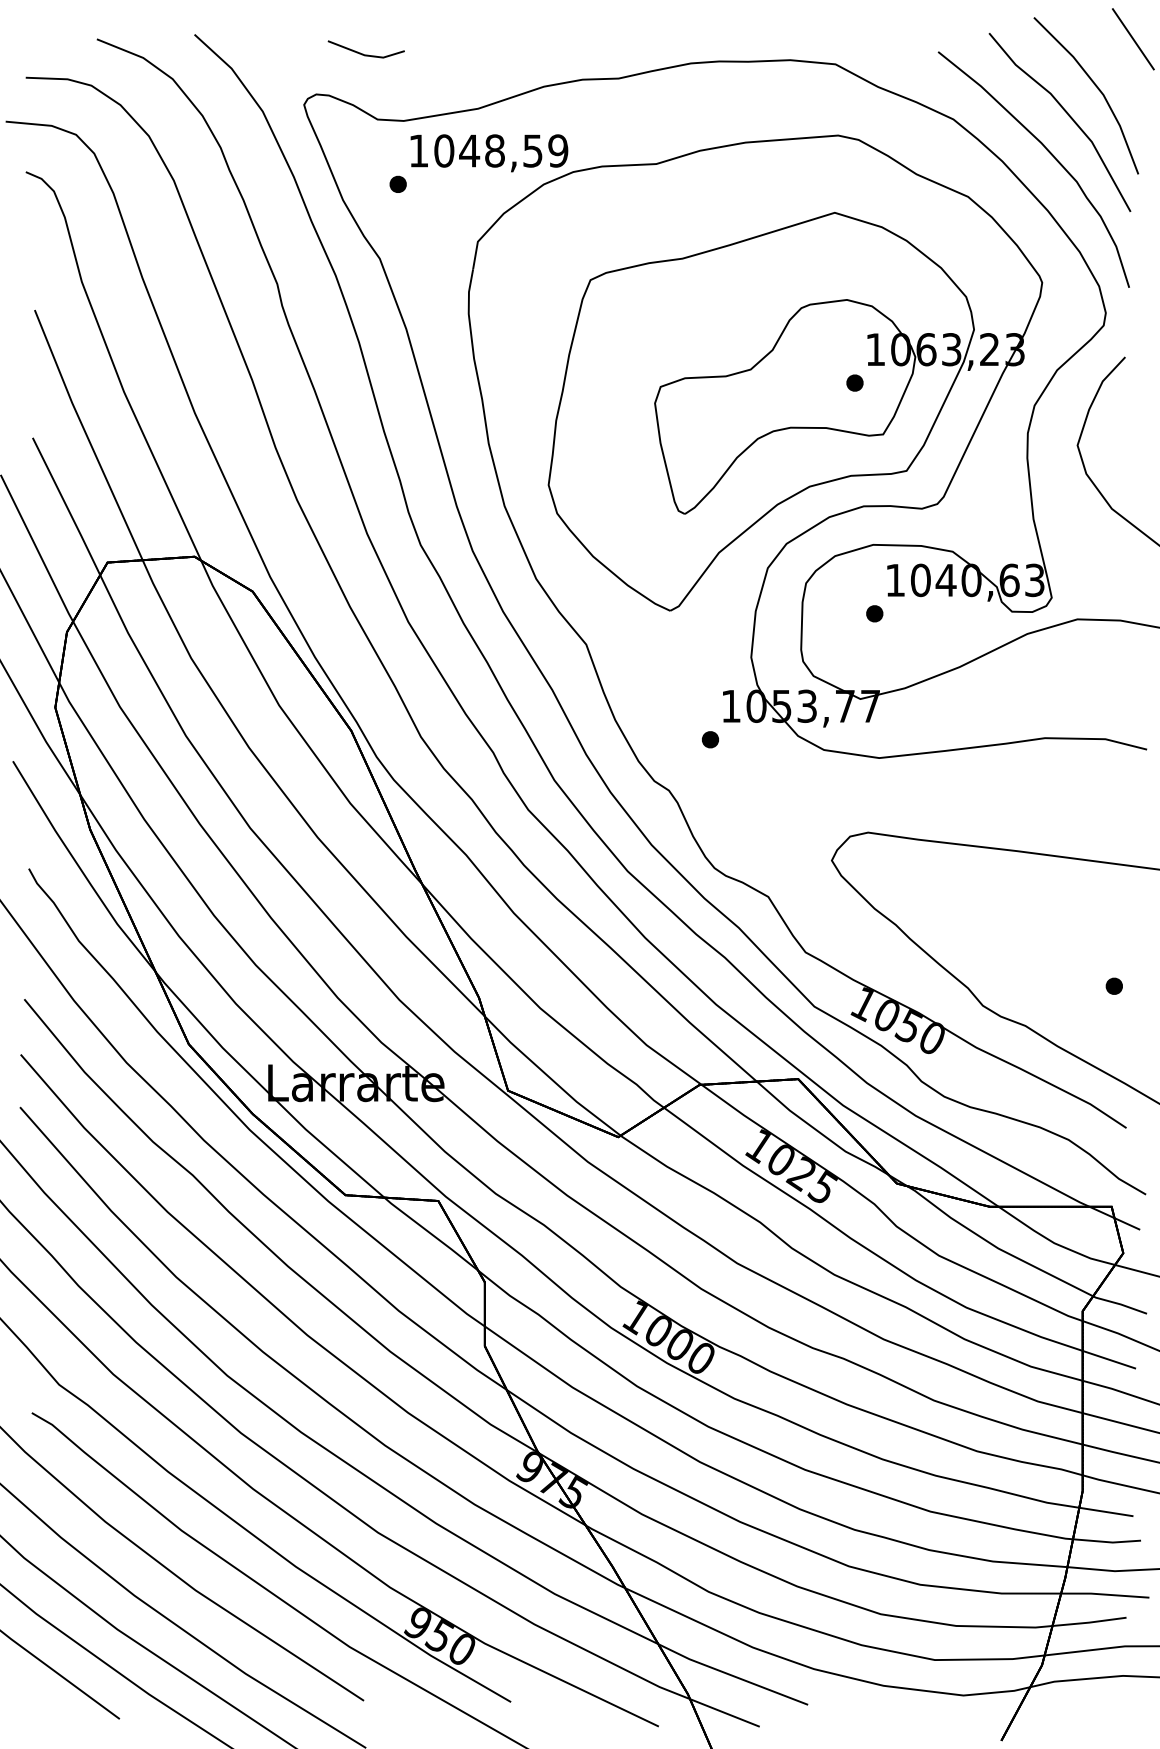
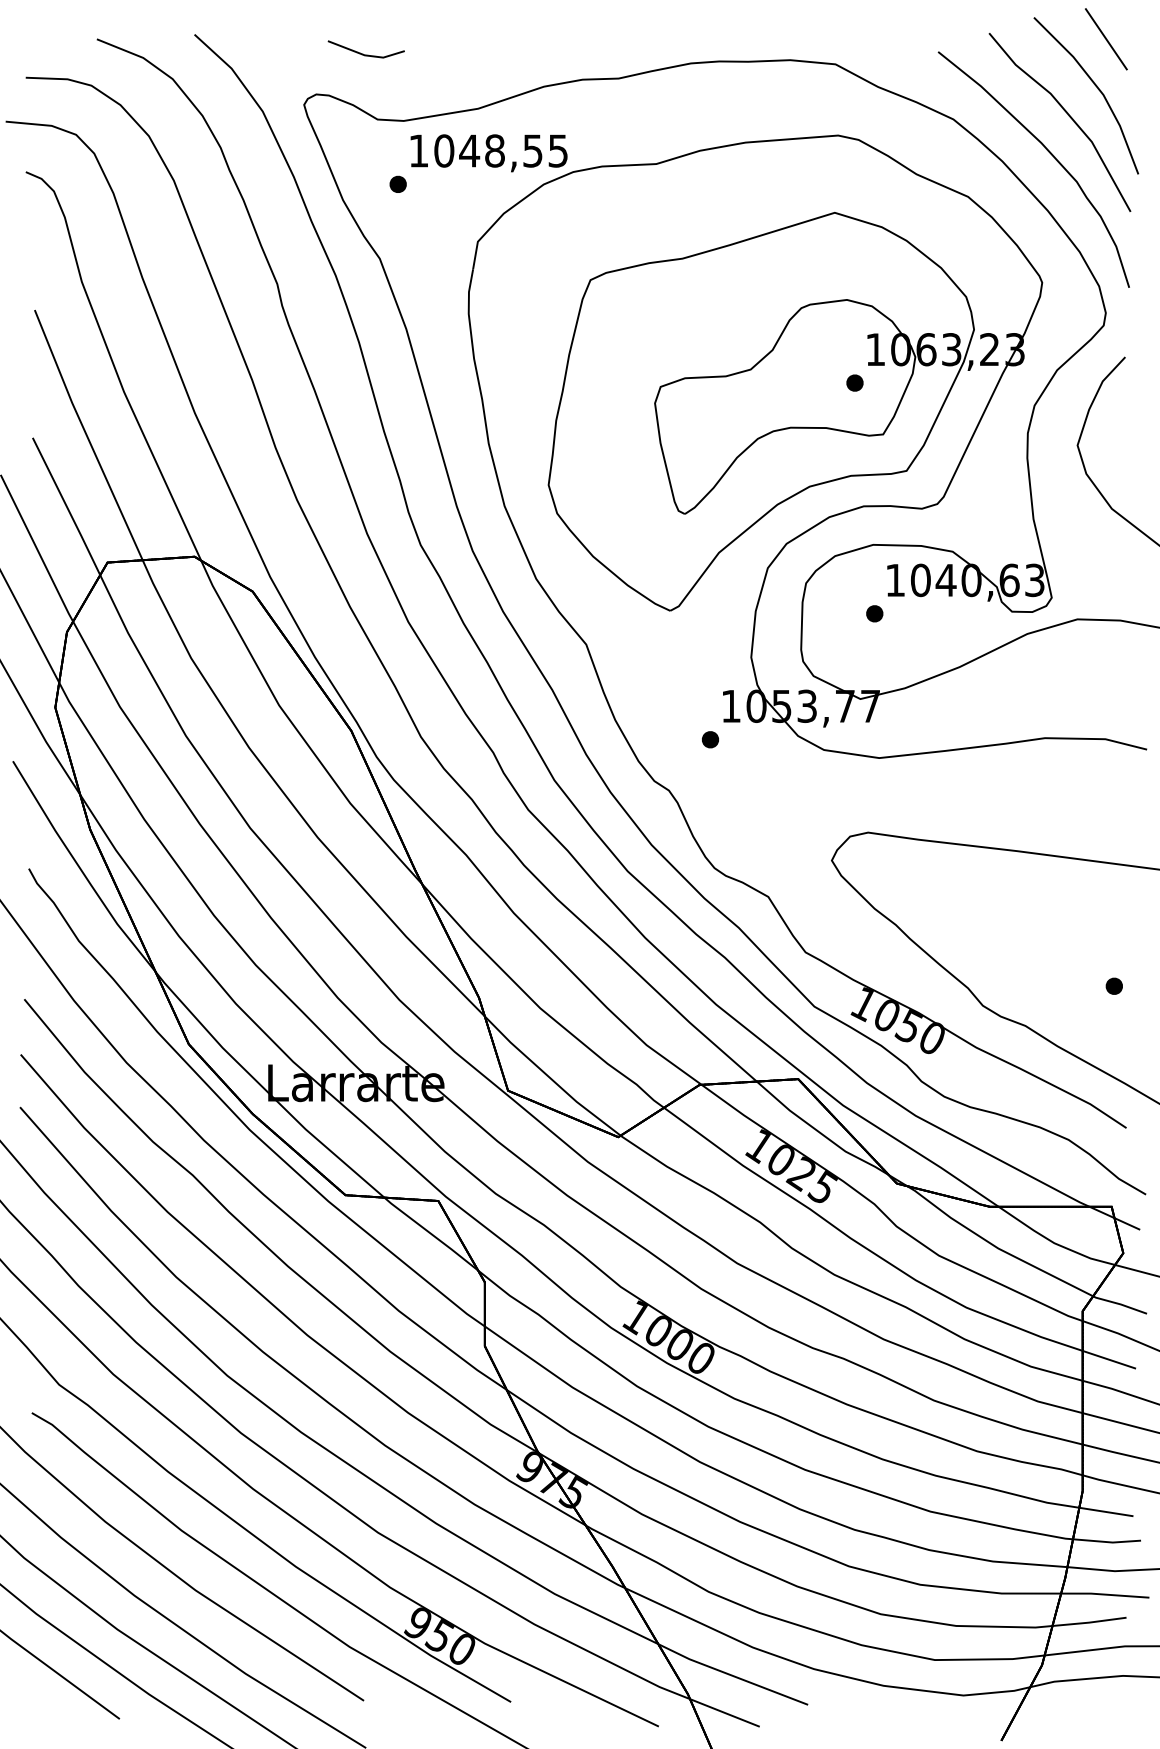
line at (1133, 39) position: (1133, 39) -> (1106, 39)
text at (558, 150): 1048,59 -> 1048,55
